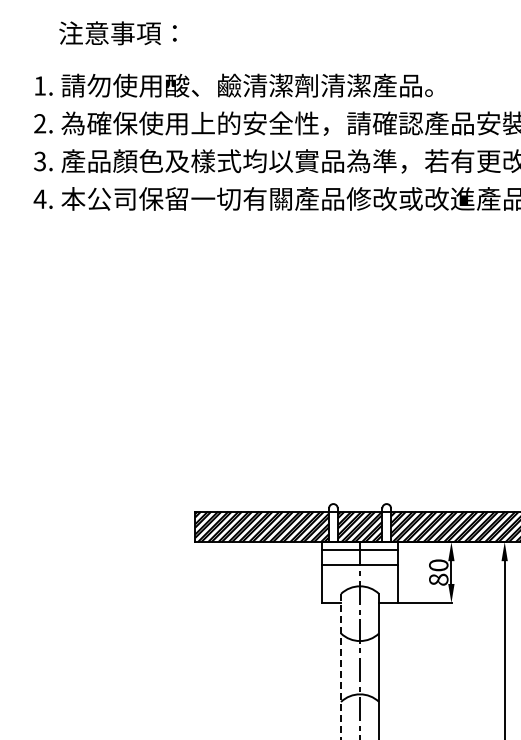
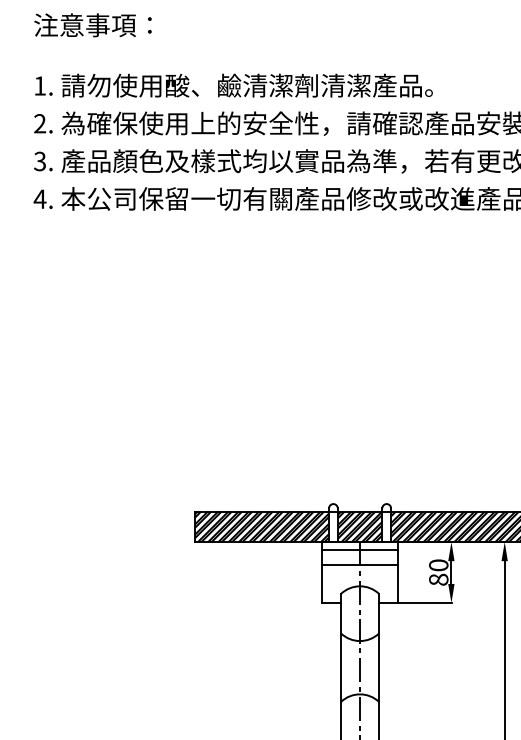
text at (117, 33) position: (117, 33) -> (92, 25)
line at (341, 666): dashed -> solid
